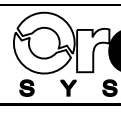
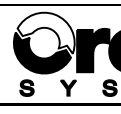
fill at (93, 50): none -> present
fill at (41, 52): none -> present
